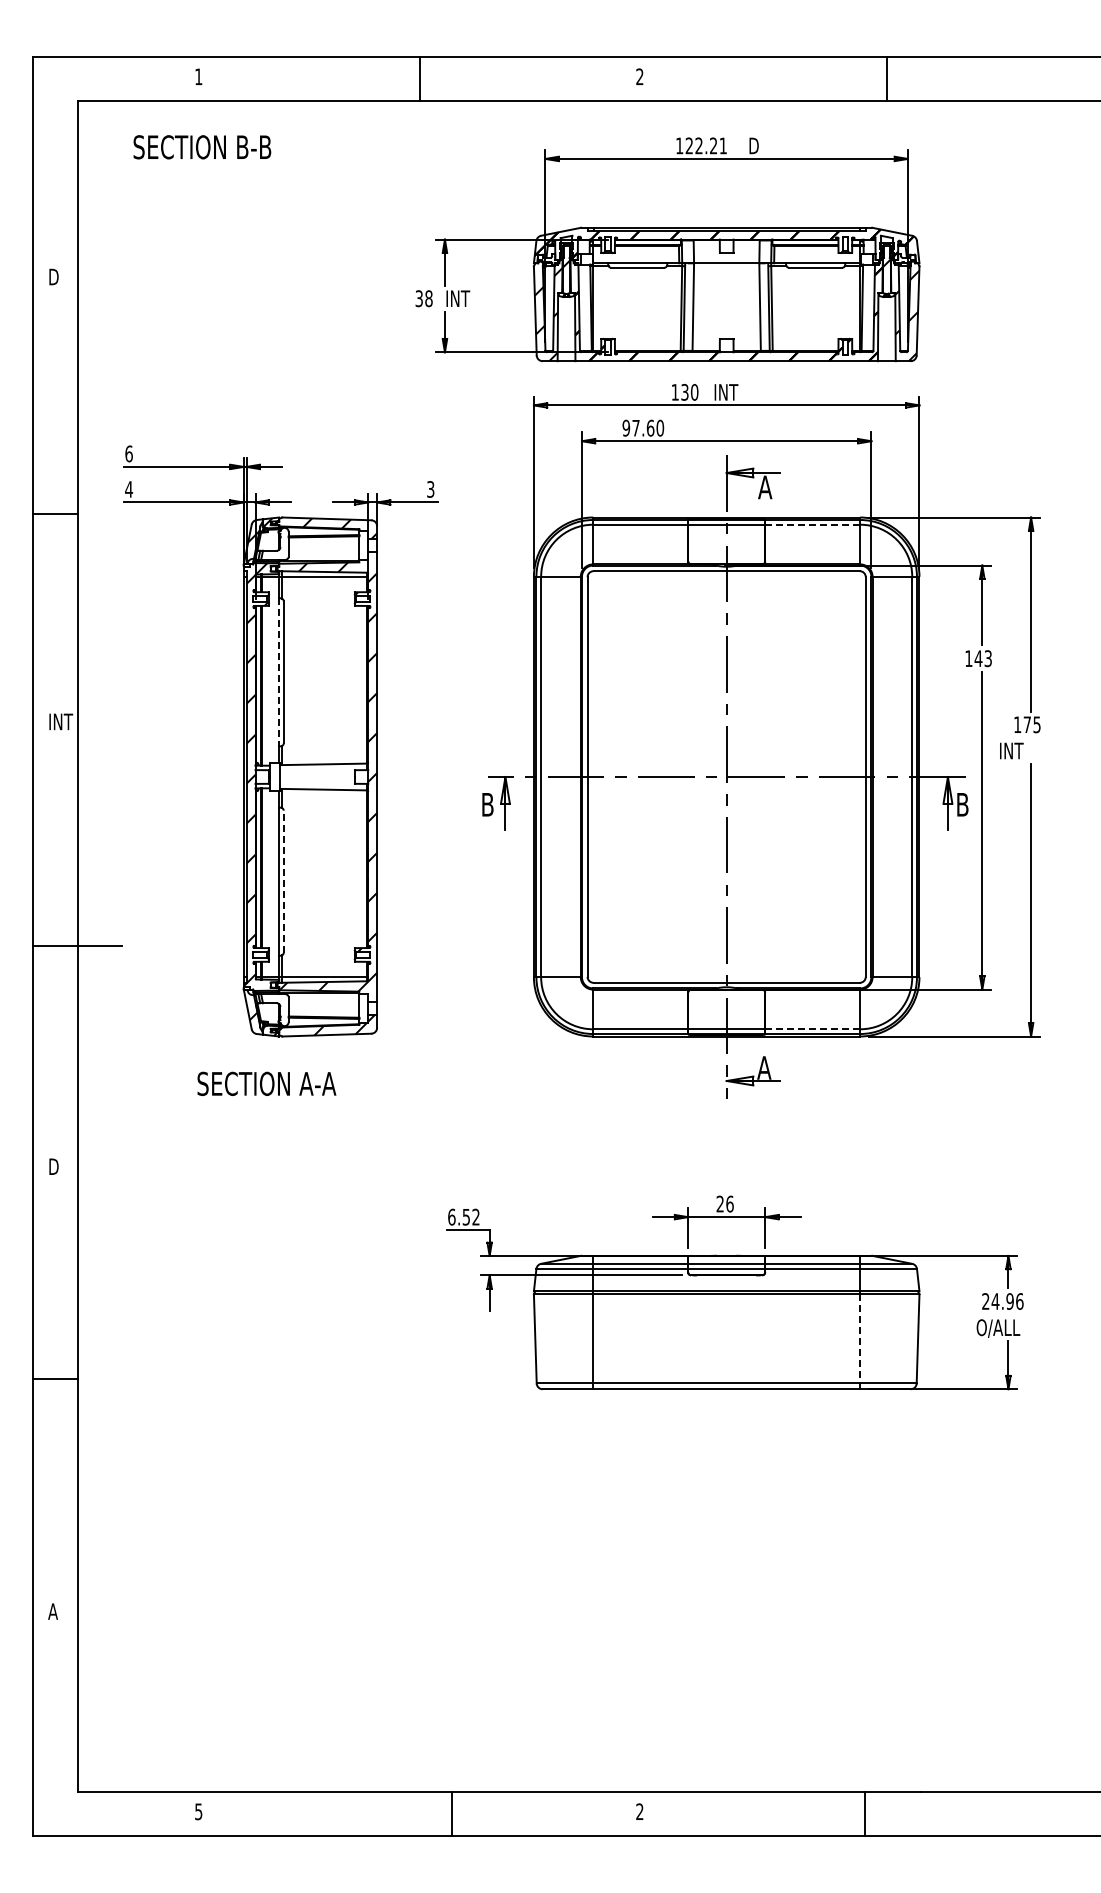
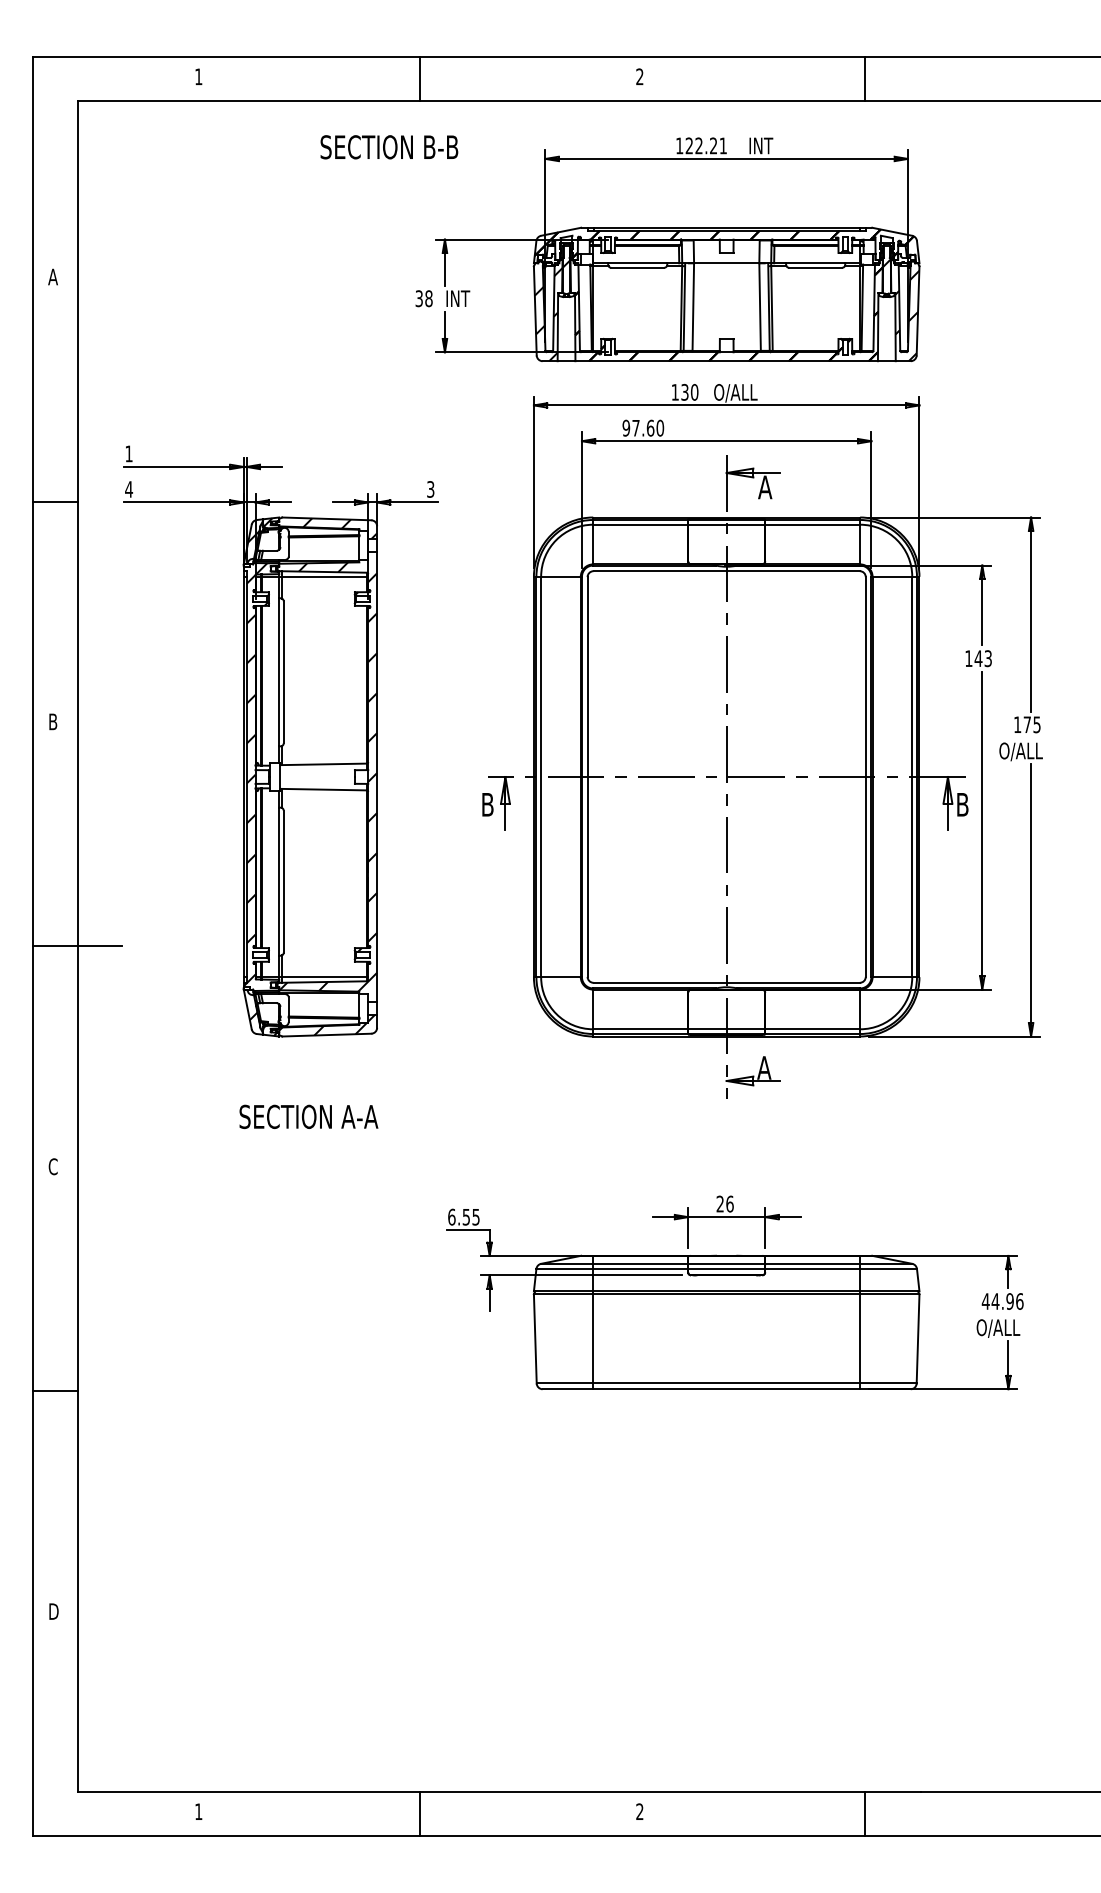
line at (886, 78) position: (886, 78) -> (864, 78)
text at (762, 145): D -> INT
text at (202, 147) position: (202, 147) -> (389, 147)
text at (53, 276): D -> A
text at (735, 393): INT -> O/ALL
text at (128, 453): 6 -> 1
line at (55, 513) position: (55, 513) -> (55, 501)
line at (813, 524): dashed -> solid
line at (279, 672): dashed -> solid
text at (61, 721): INT -> B
text at (1020, 751): INT -> O/ALL
line at (283, 881): dashed -> solid
line at (812, 1029): dashed -> solid
text at (266, 1083) position: (266, 1083) -> (308, 1116)
text at (53, 1166): D -> C
text at (475, 1216): 6.52 -> 6.55
text at (985, 1301): 24.96 -> 44.96
line at (860, 1338): dashed -> solid
line at (55, 1379) position: (55, 1379) -> (55, 1391)
text at (53, 1611): A -> D
text at (198, 1811): 5 -> 1
line at (452, 1813) position: (452, 1813) -> (420, 1813)
